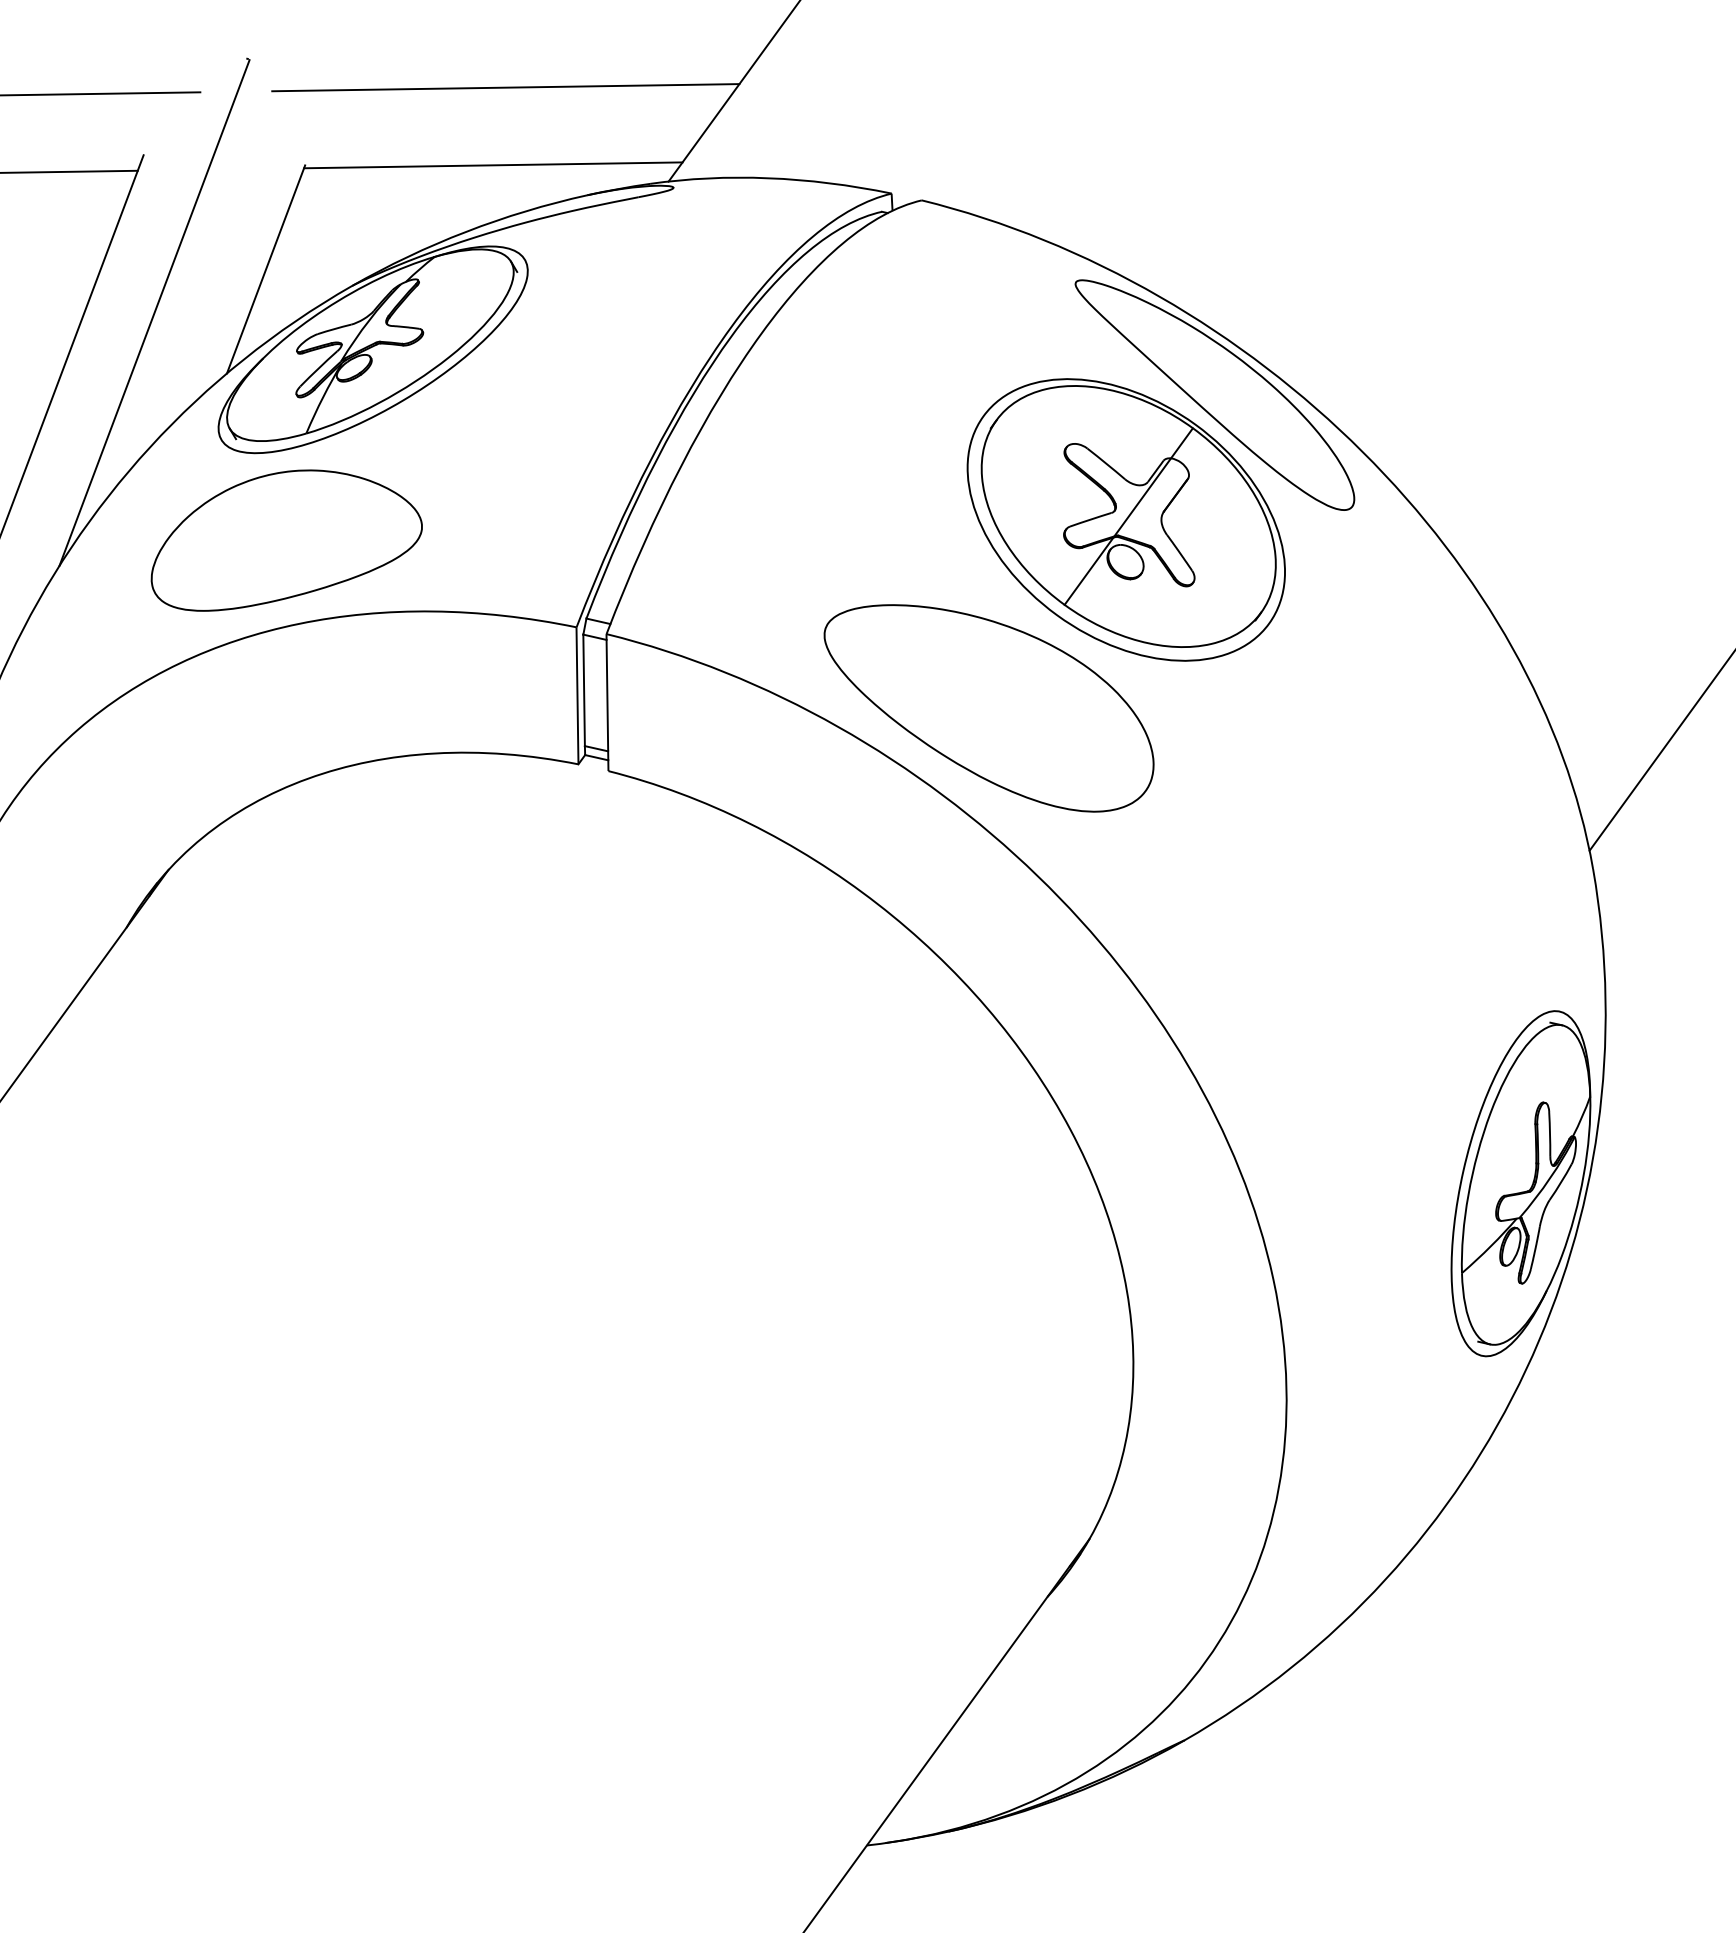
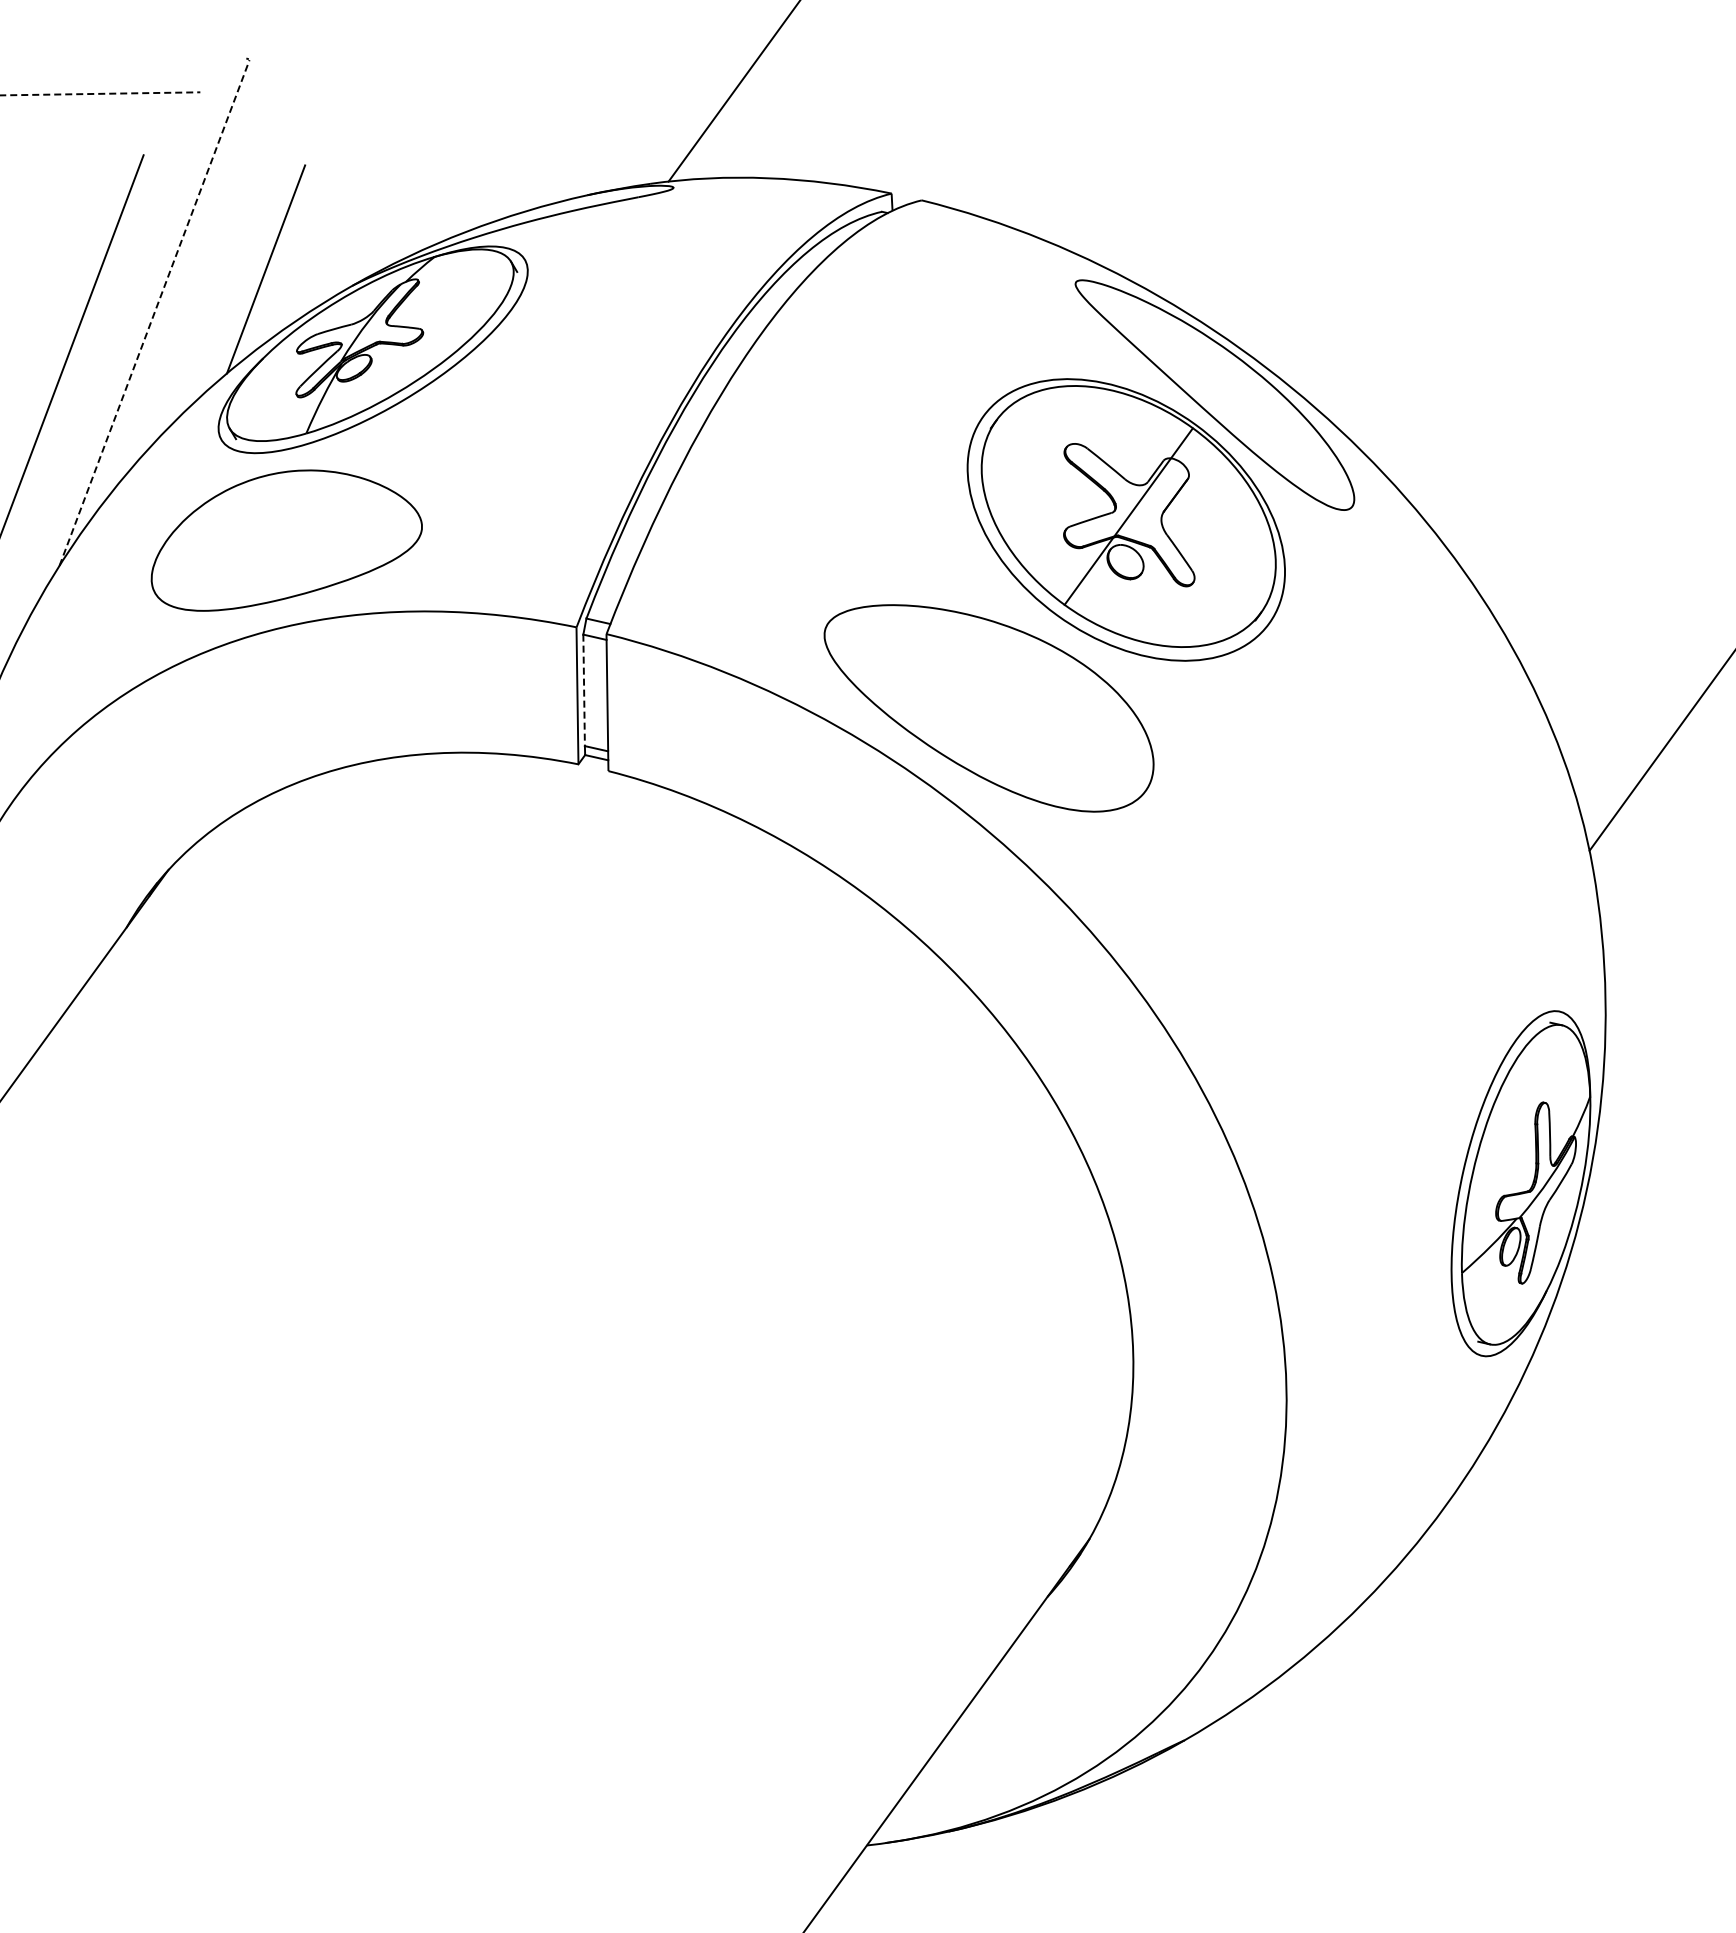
line at (505, 87): present -> none
line at (100, 93): solid -> dashed
line at (493, 165): present -> none
line at (69, 171): present -> none
line at (154, 312): solid -> dashed
line at (584, 690): solid -> dashed
